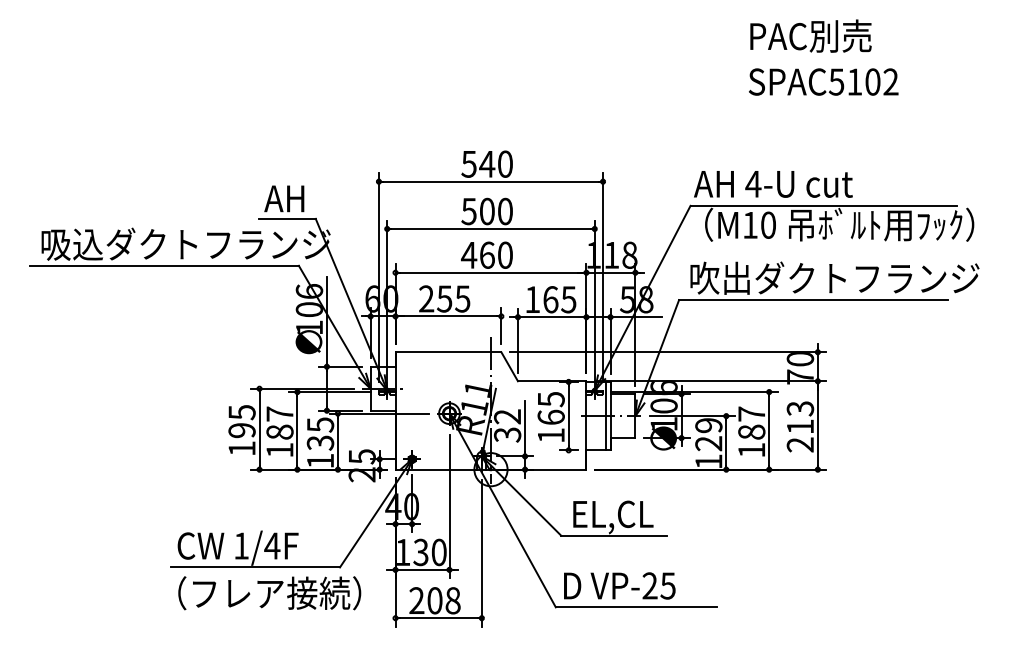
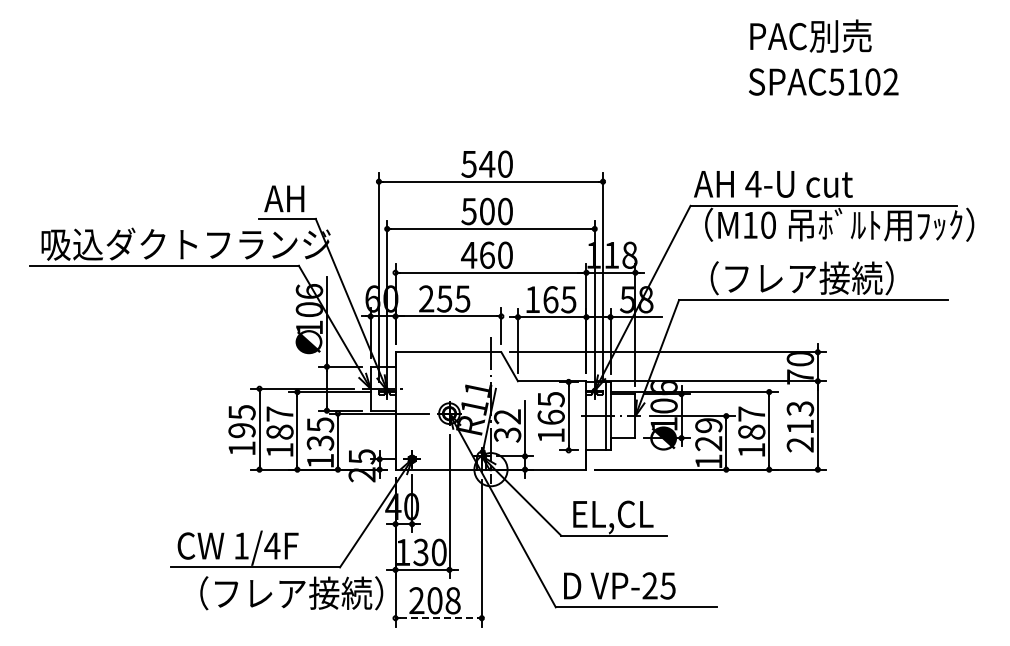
text at (834, 278): 吹出ダクトフランジ -> （フレア接続）
text at (269, 593) position: (269, 593) -> (291, 593)
line at (439, 618): solid -> dashed
